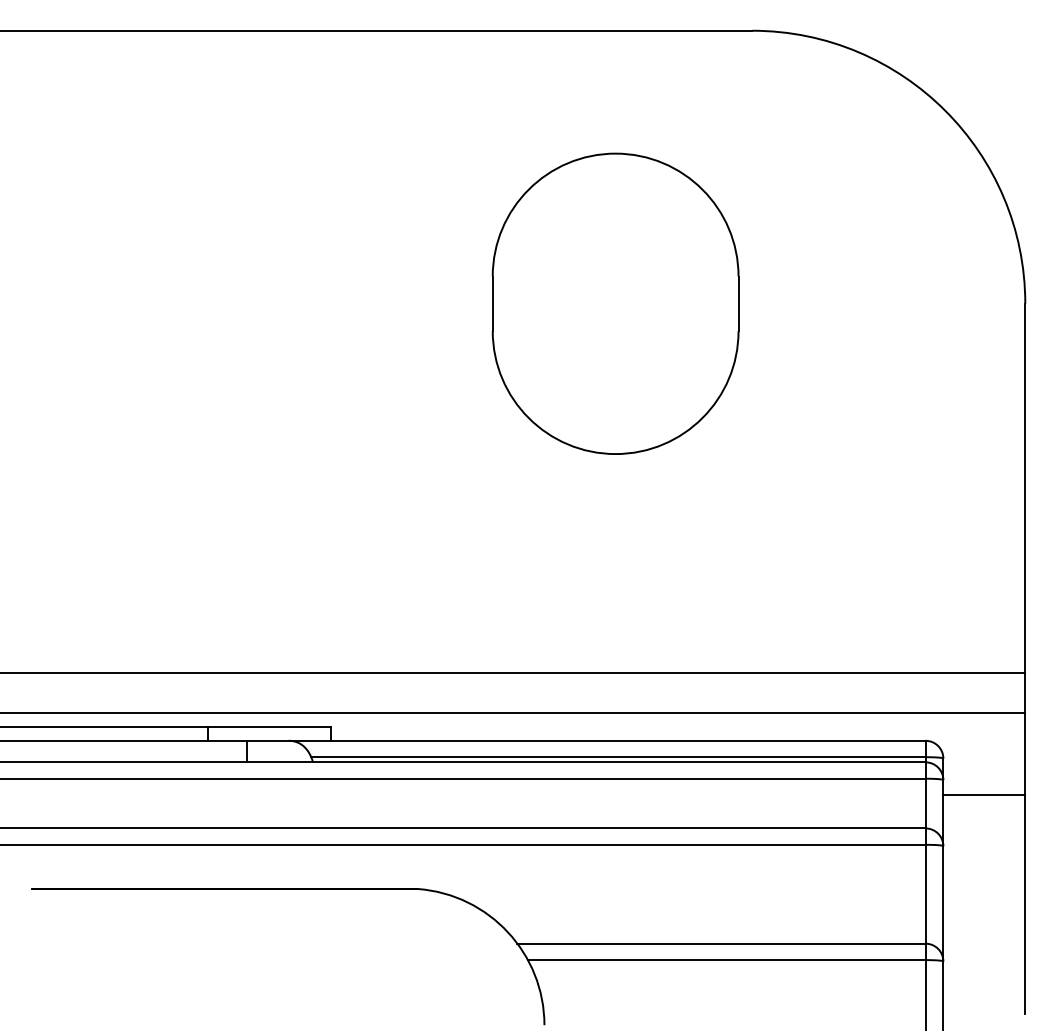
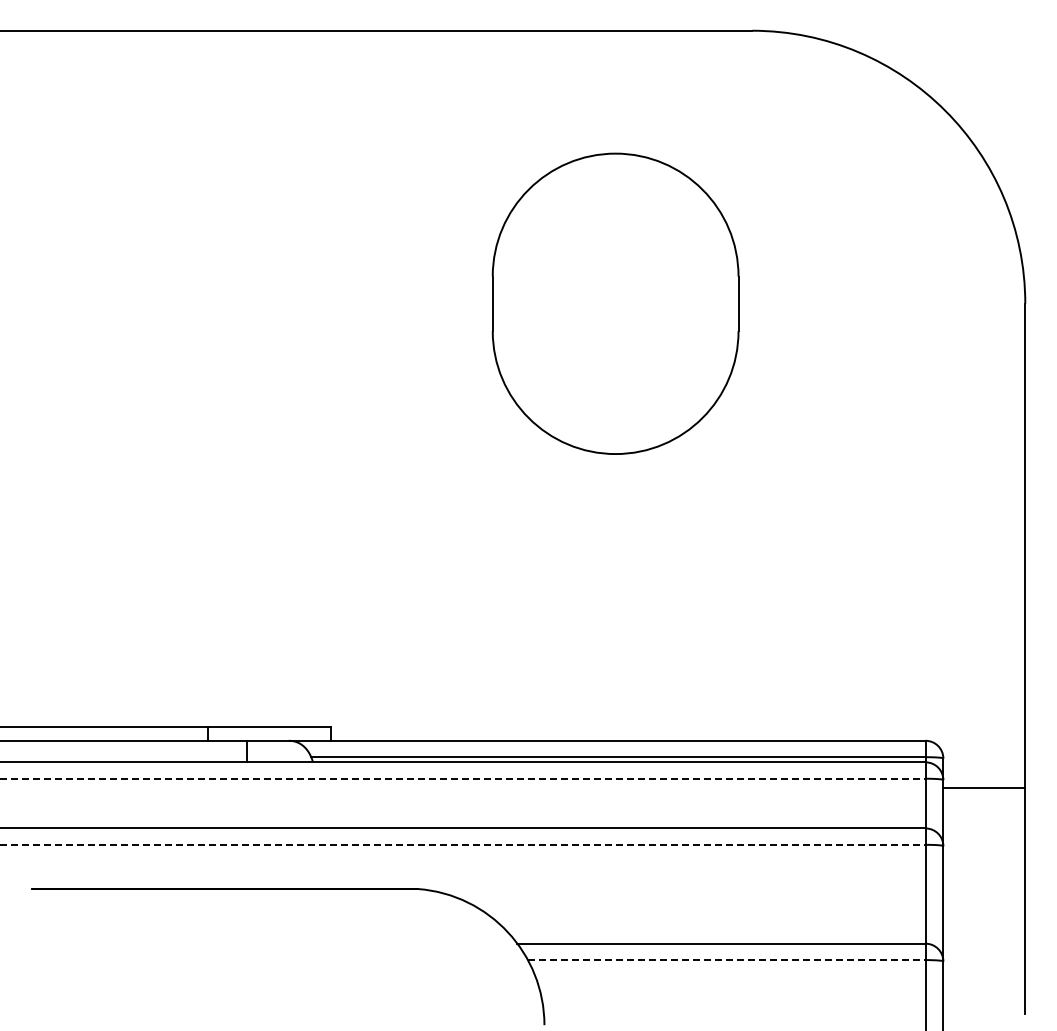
line at (513, 672): present -> none
line at (513, 713): present -> none
line at (463, 778): solid -> dashed
line at (984, 795) position: (984, 795) -> (984, 788)
line at (463, 844): solid -> dashed
line at (726, 960): solid -> dashed
